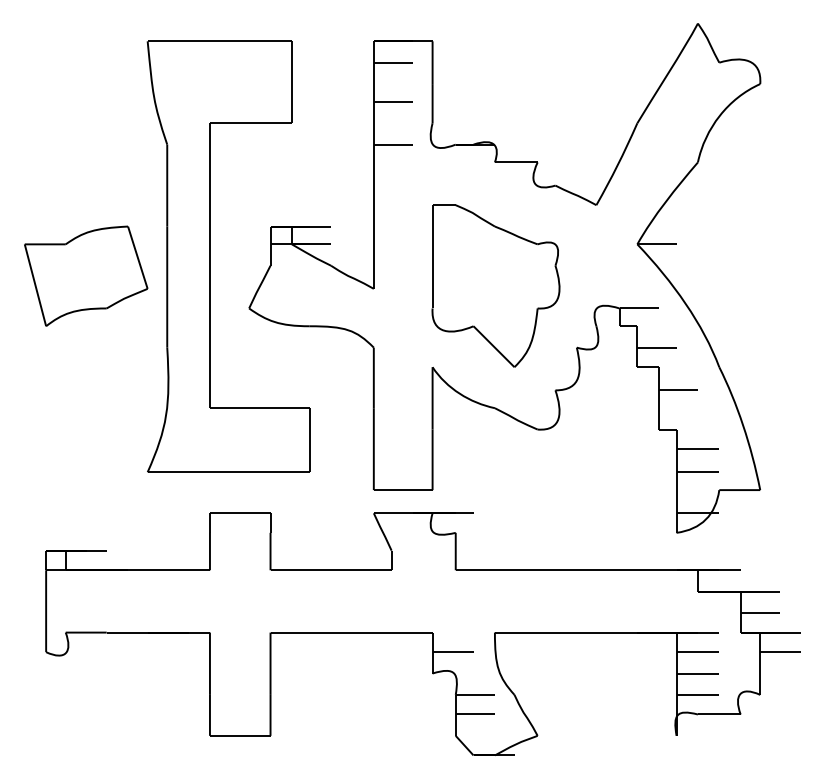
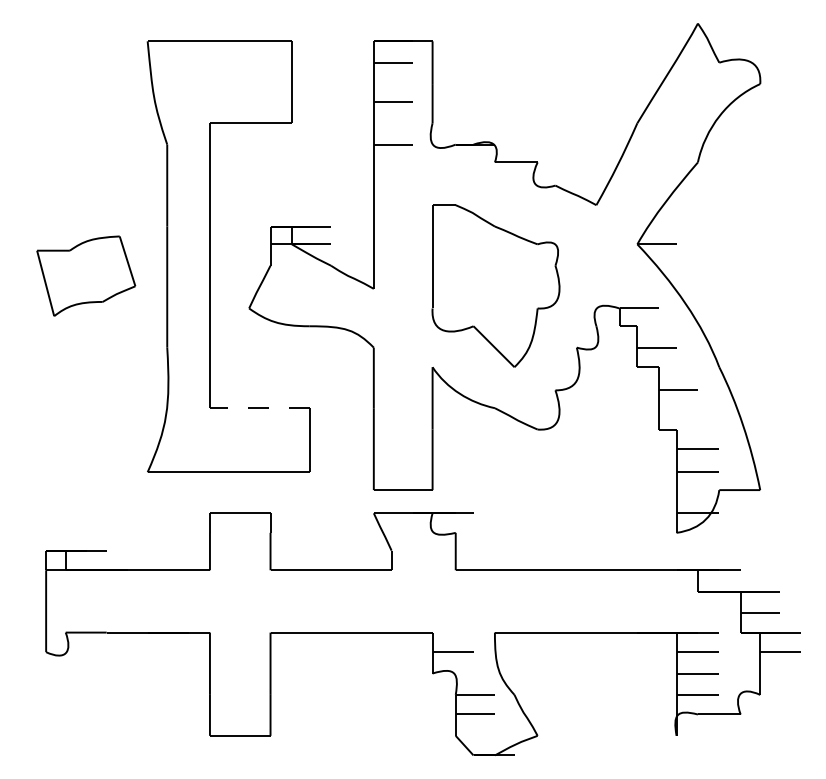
part at (86, 275) size: 125x102 px -> 101x82 px
line at (259, 408): solid -> dashed
